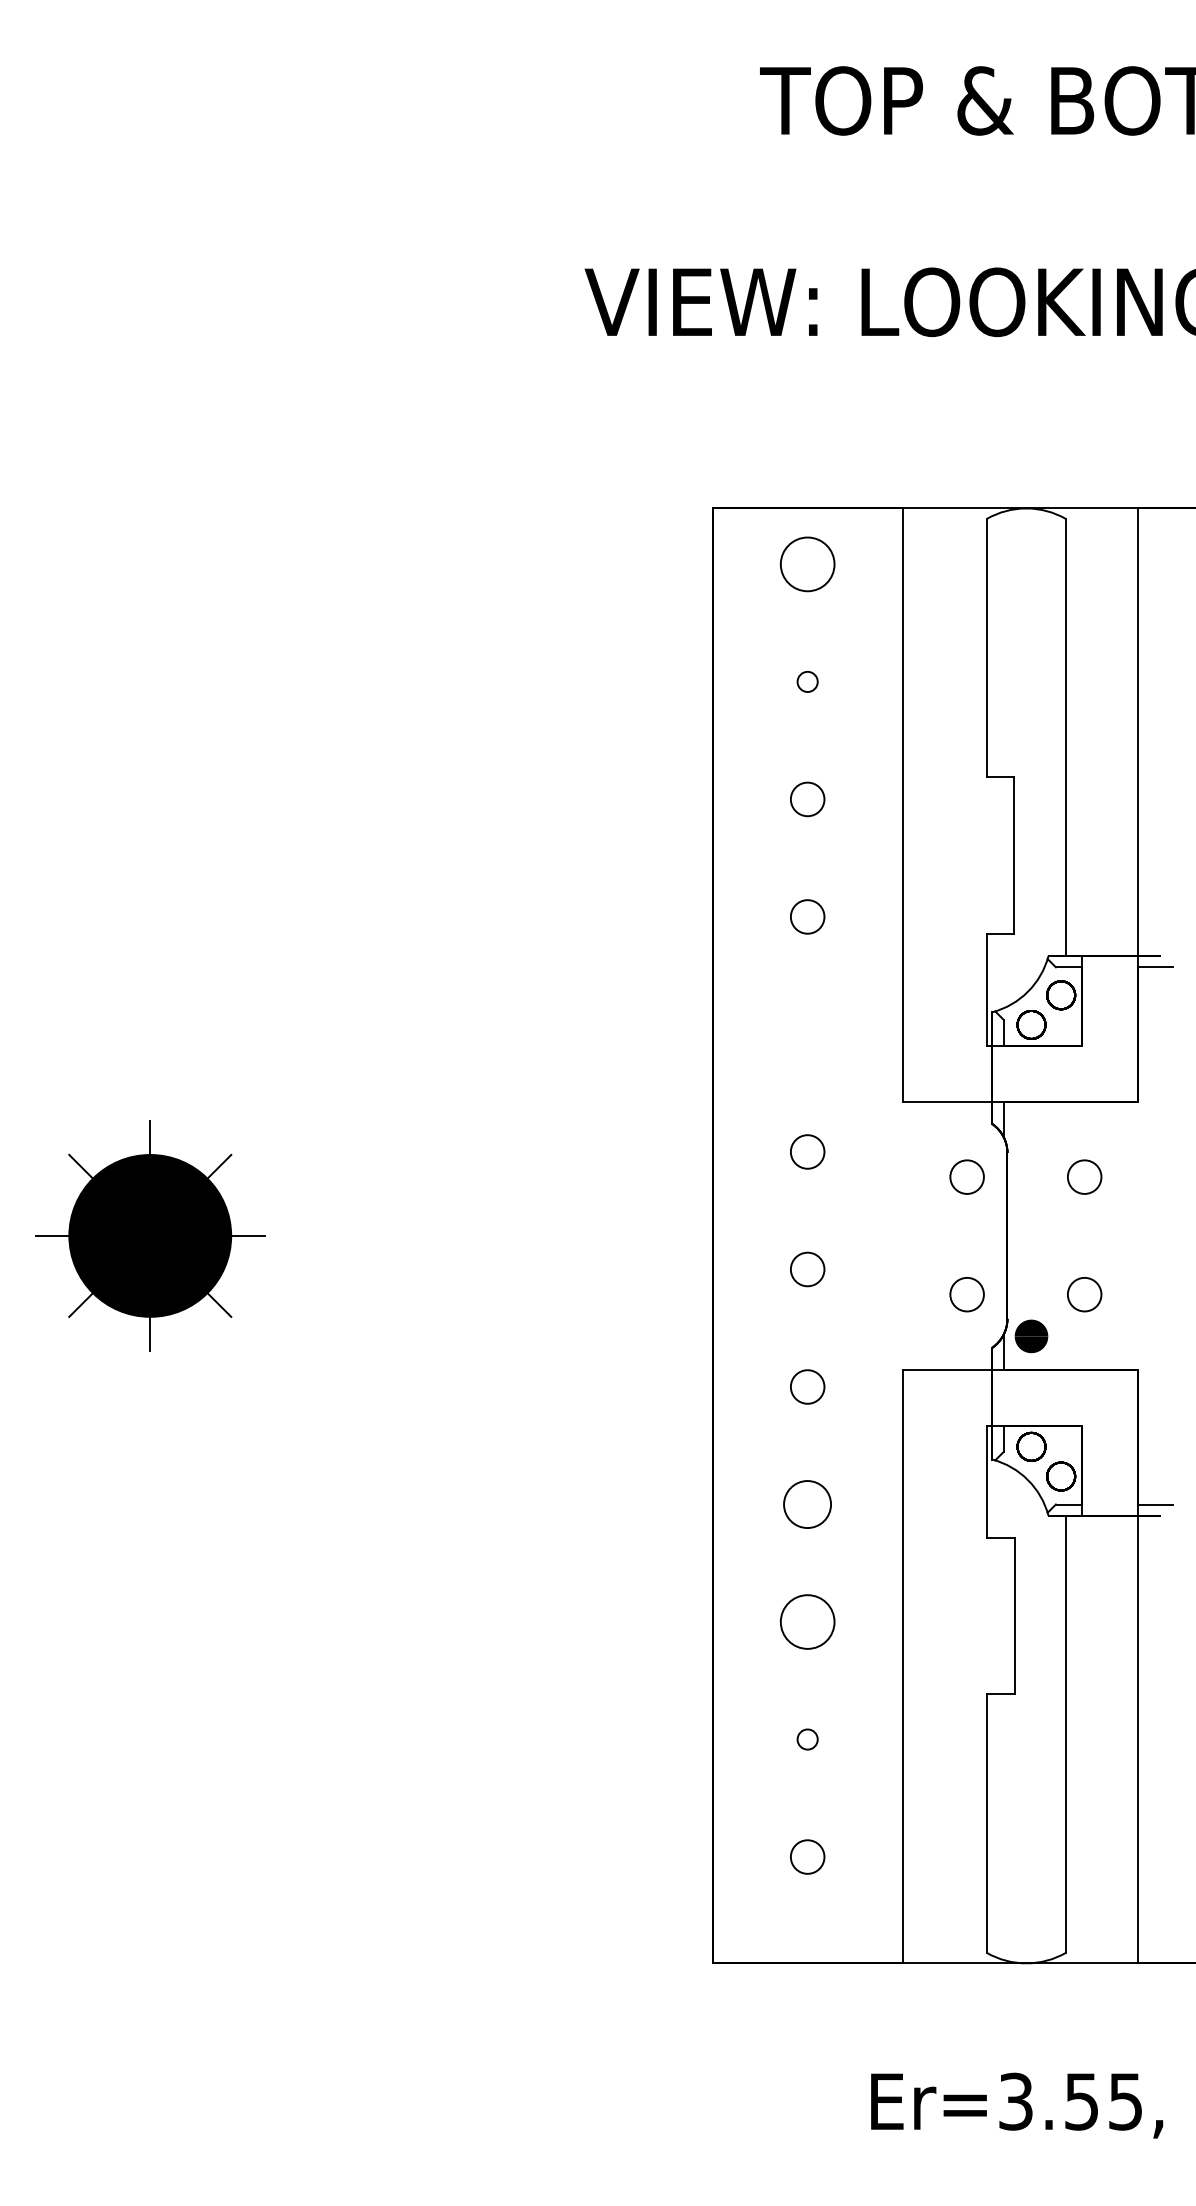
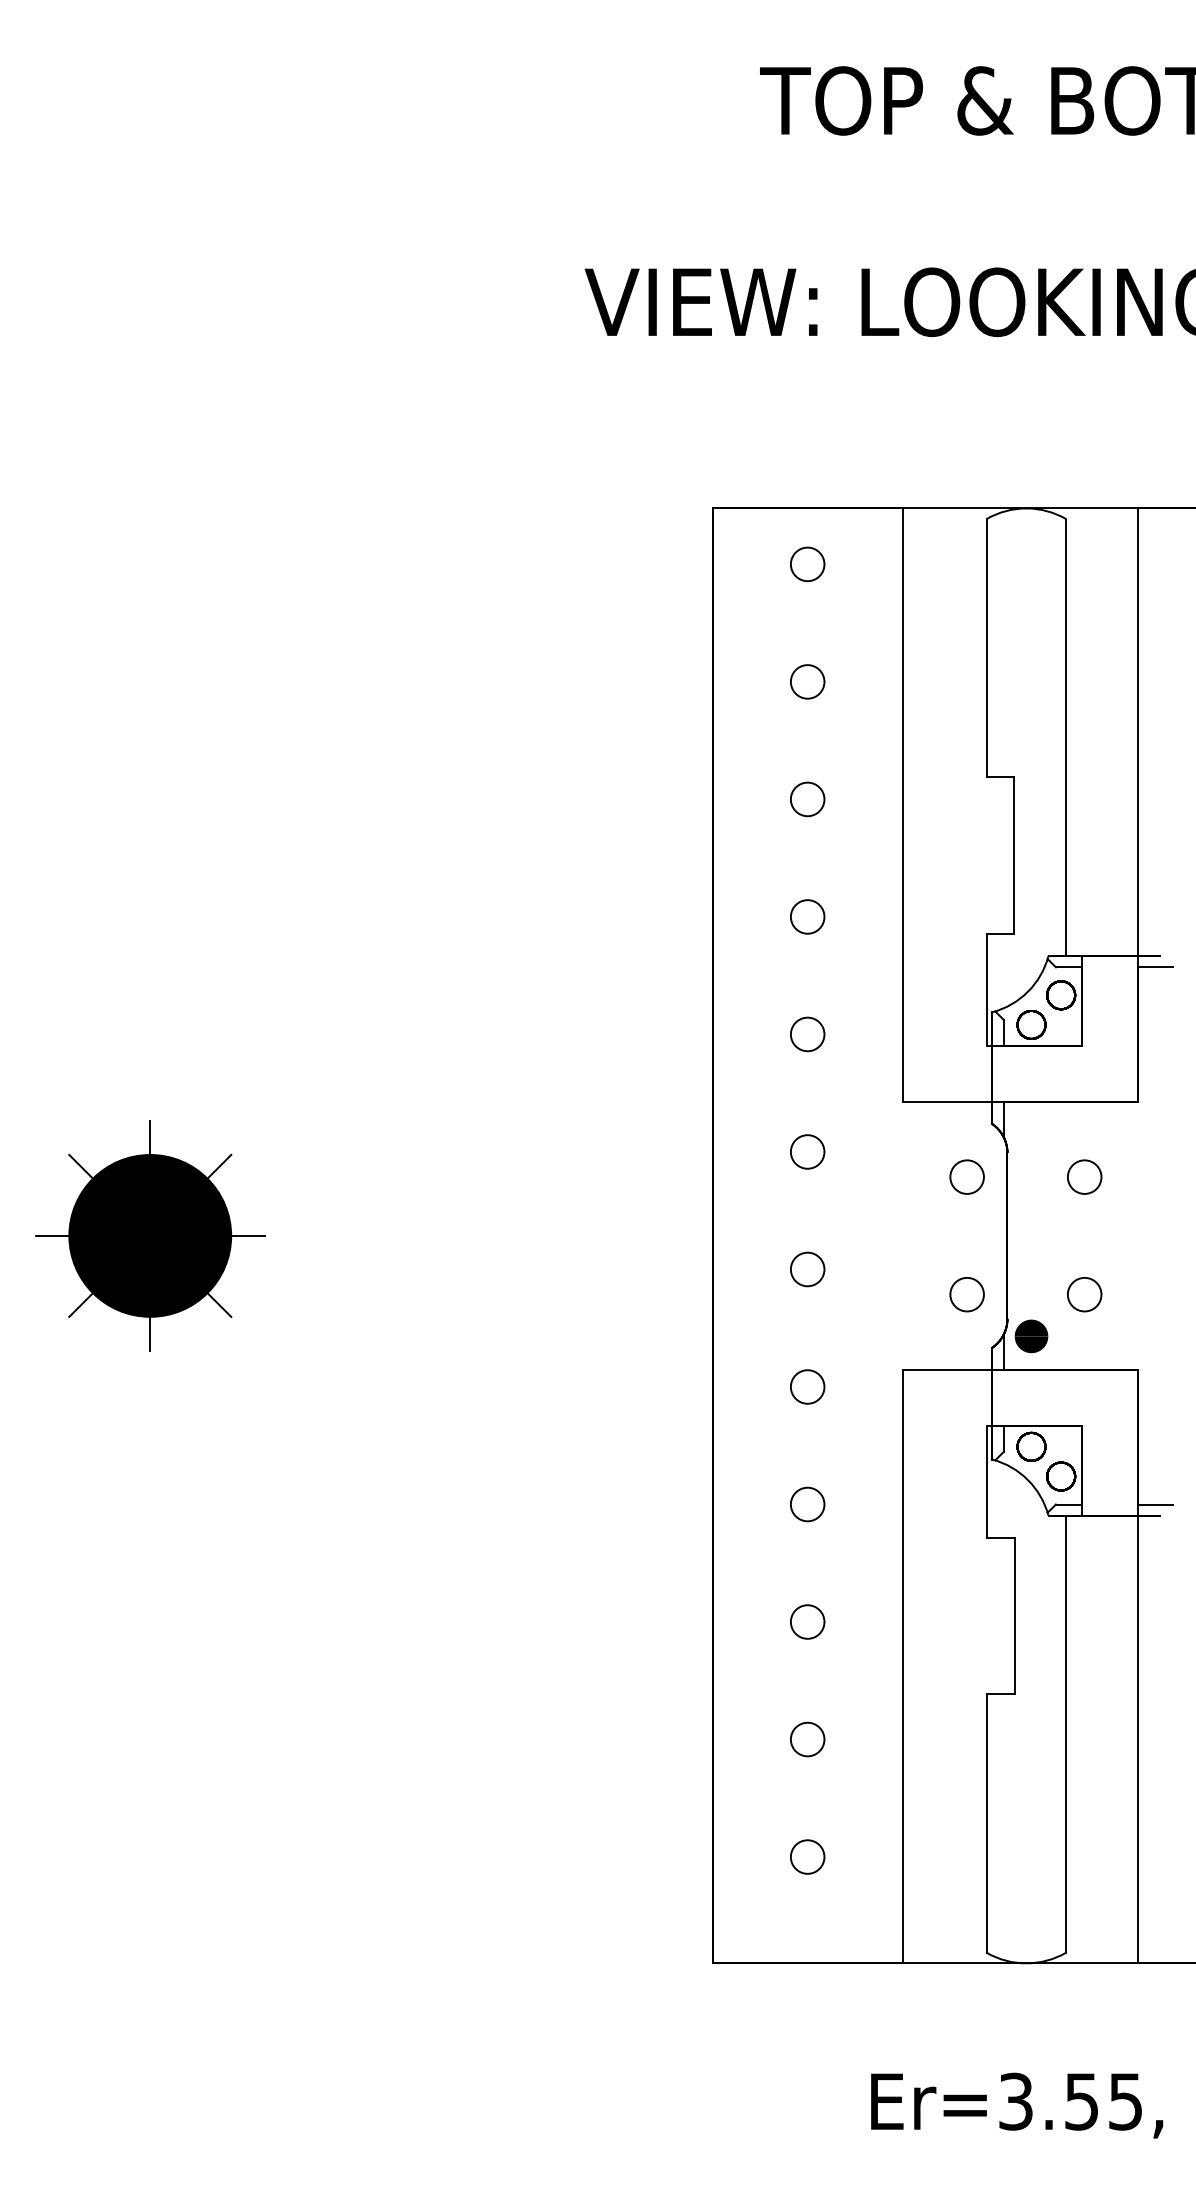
circle at (807, 564) diameter: 54 px -> 34 px
circle at (807, 681) diameter: 20 px -> 34 px
circle at (807, 1034): none -> present
circle at (807, 1504) size: 49x49 px -> 36x37 px
circle at (807, 1621) diameter: 54 px -> 34 px
circle at (807, 1739) diameter: 20 px -> 34 px
